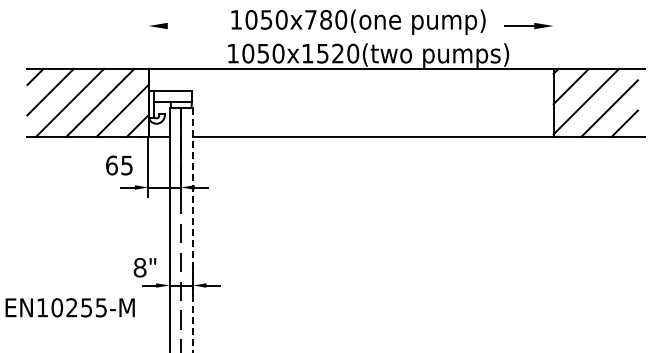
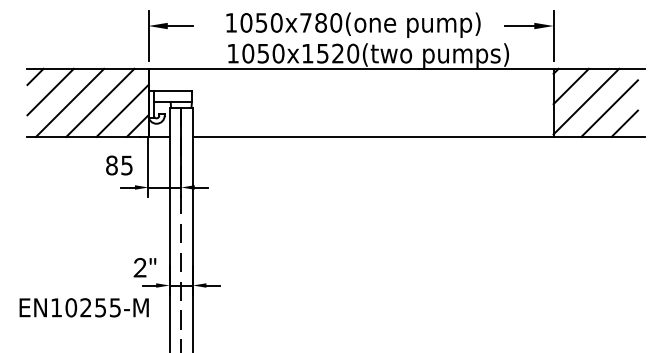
text at (358, 21) position: (358, 21) -> (353, 24)
line at (179, 26): none -> present
line at (148, 35): none -> present
line at (553, 35): none -> present
text at (111, 165): 65 -> 85
line at (192, 230): dashed -> solid
text at (139, 268): 8" -> 2"
text at (69, 307) position: (69, 307) -> (83, 307)
